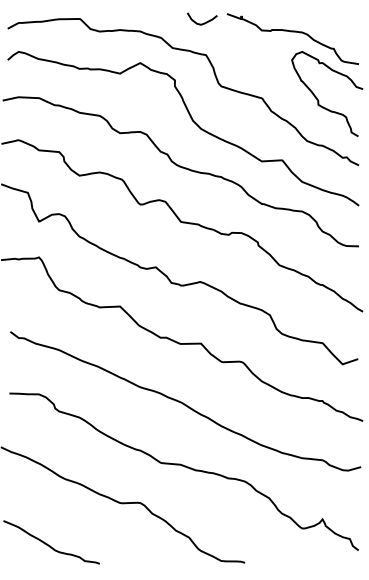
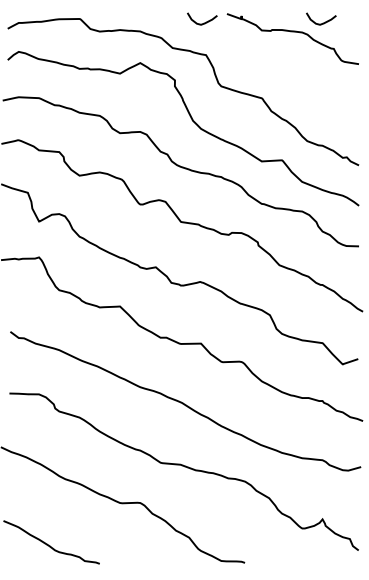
curve at (323, 22): none -> present
curve at (319, 100): present -> none
